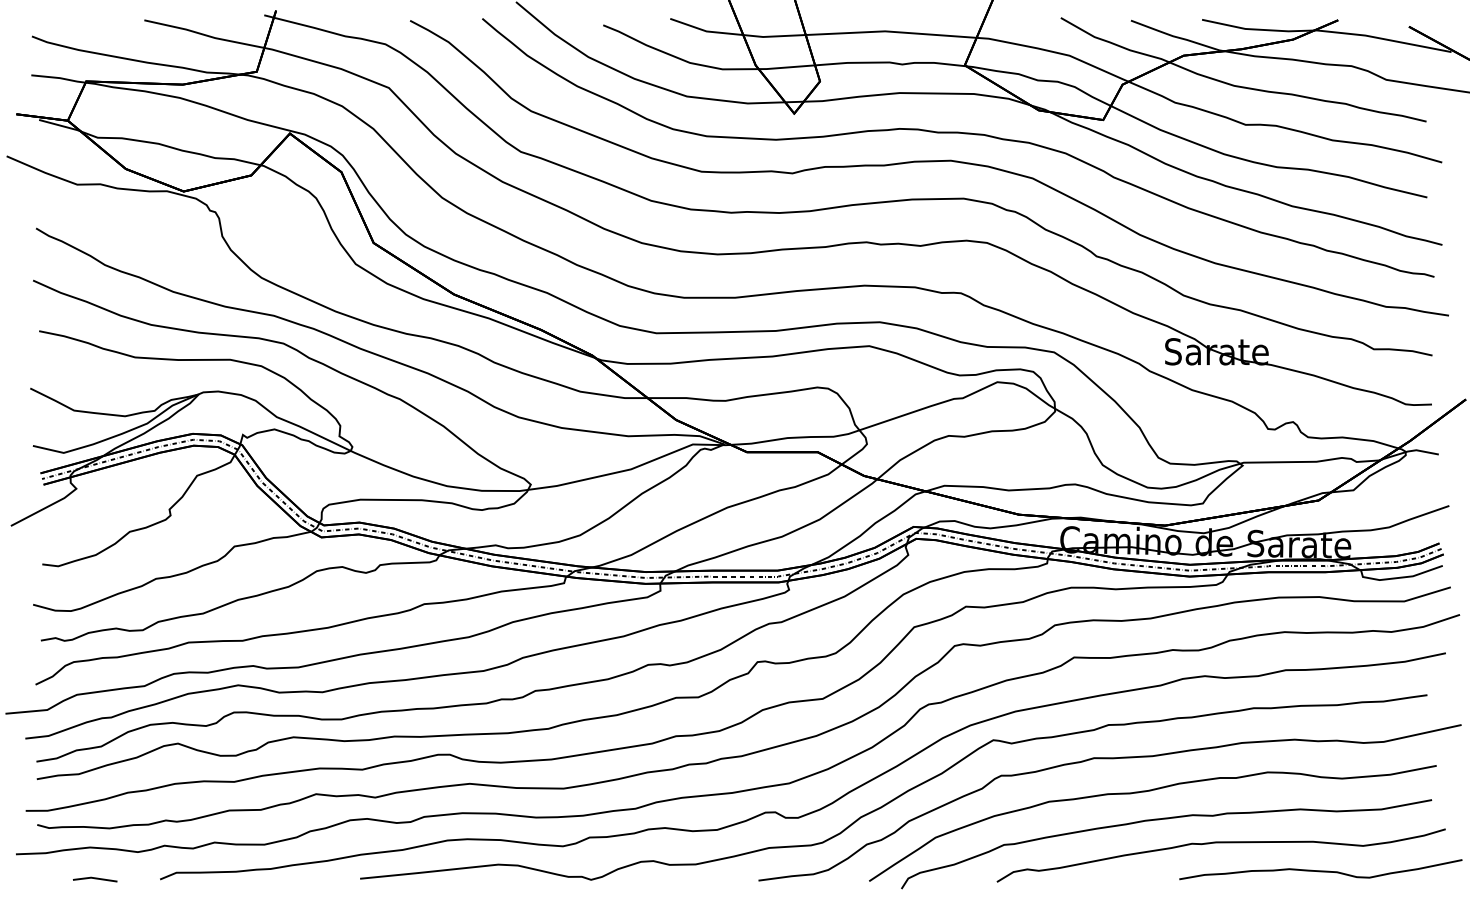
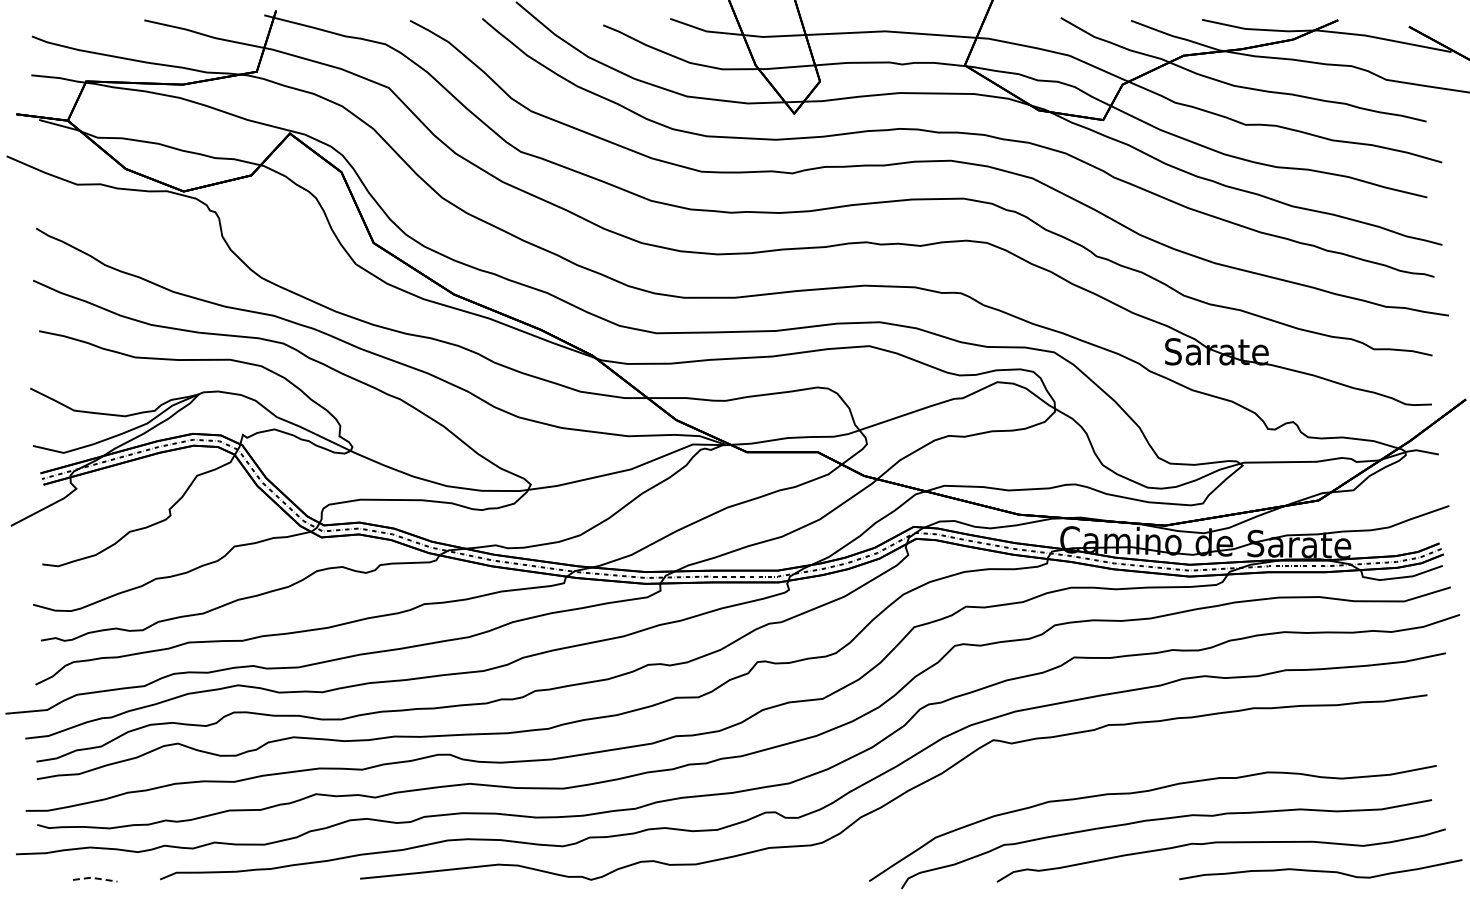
curve at (1109, 759): present -> none
line at (95, 878): solid -> dashed
